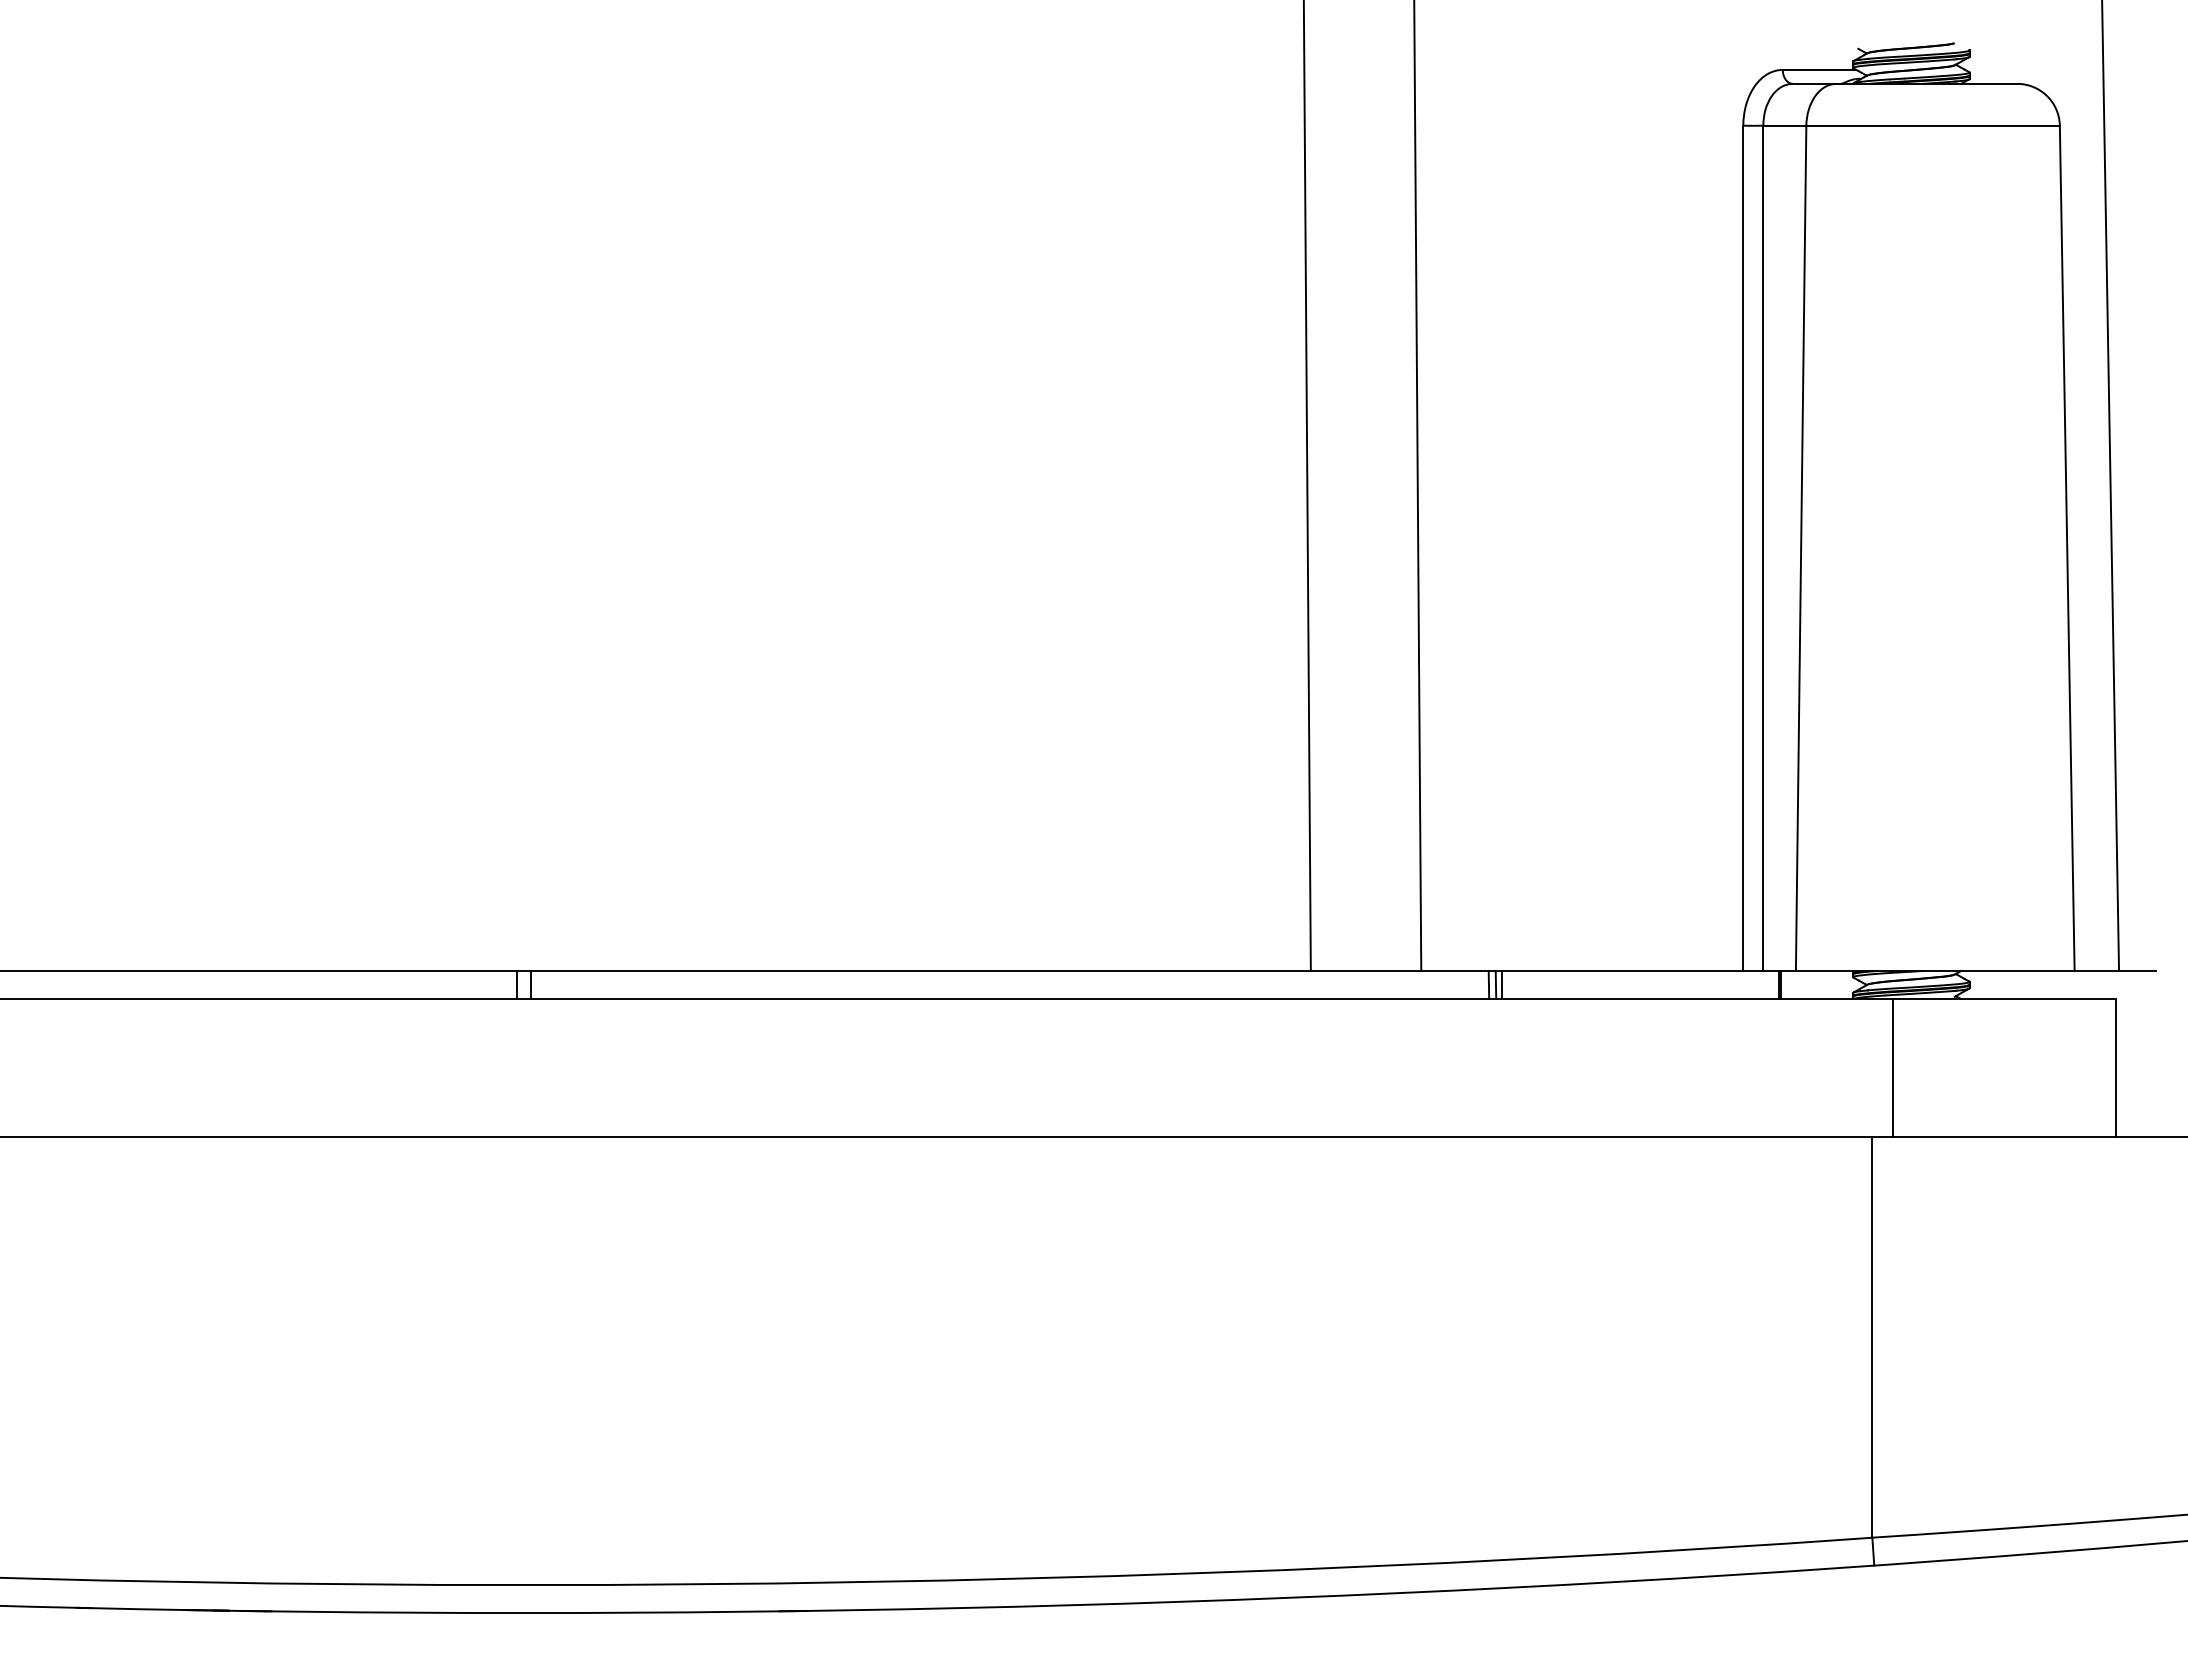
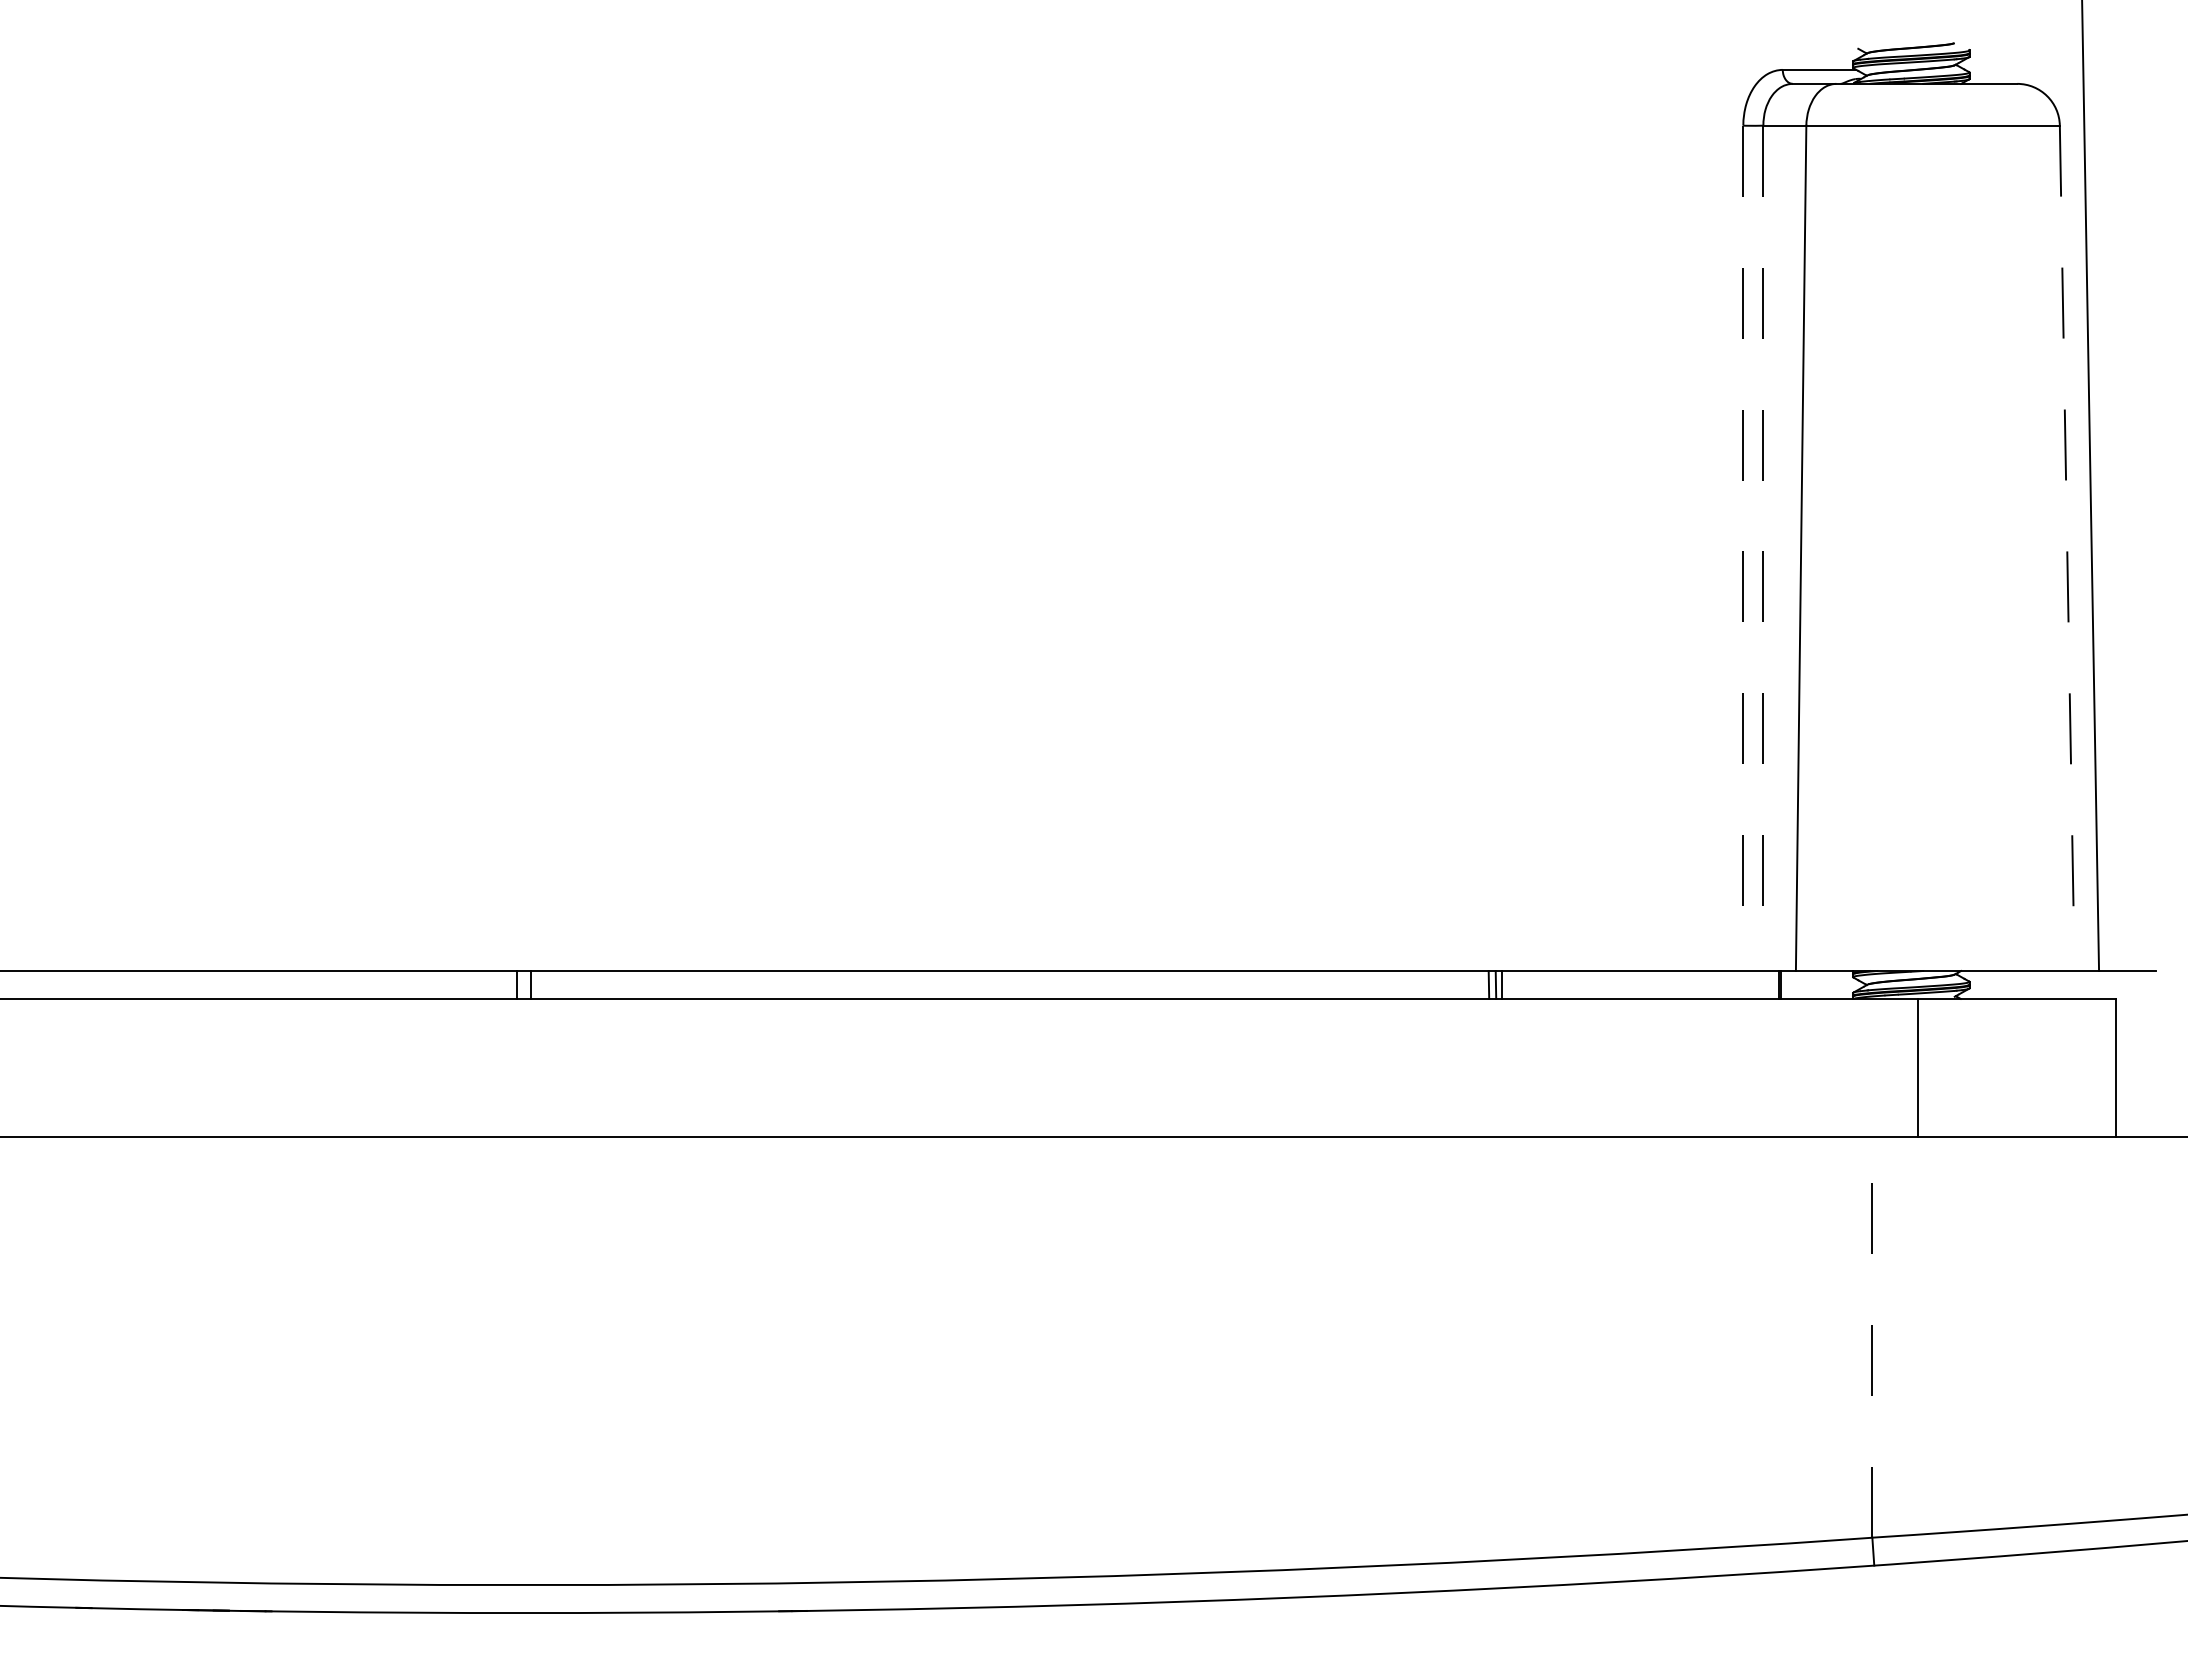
line at (1306, 486): present -> none
line at (1417, 486): present -> none
line at (2110, 486) position: (2110, 486) -> (2090, 486)
line at (1743, 548): solid -> dashed
line at (1763, 548): solid -> dashed
line at (2067, 548): solid -> dashed
line at (1893, 1067) position: (1893, 1067) -> (1918, 1067)
line at (1872, 1337): solid -> dashed
